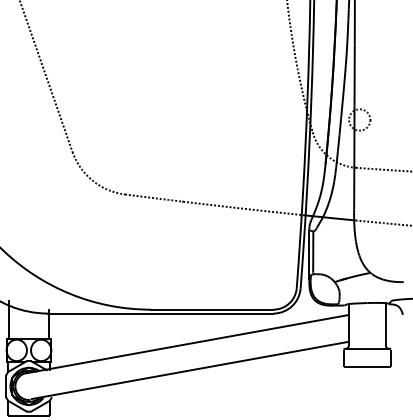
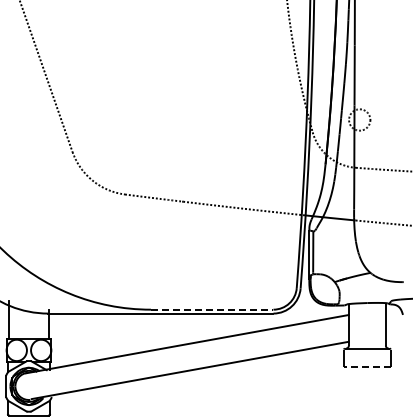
line at (212, 309): solid -> dashed
line at (366, 367): solid -> dashed
